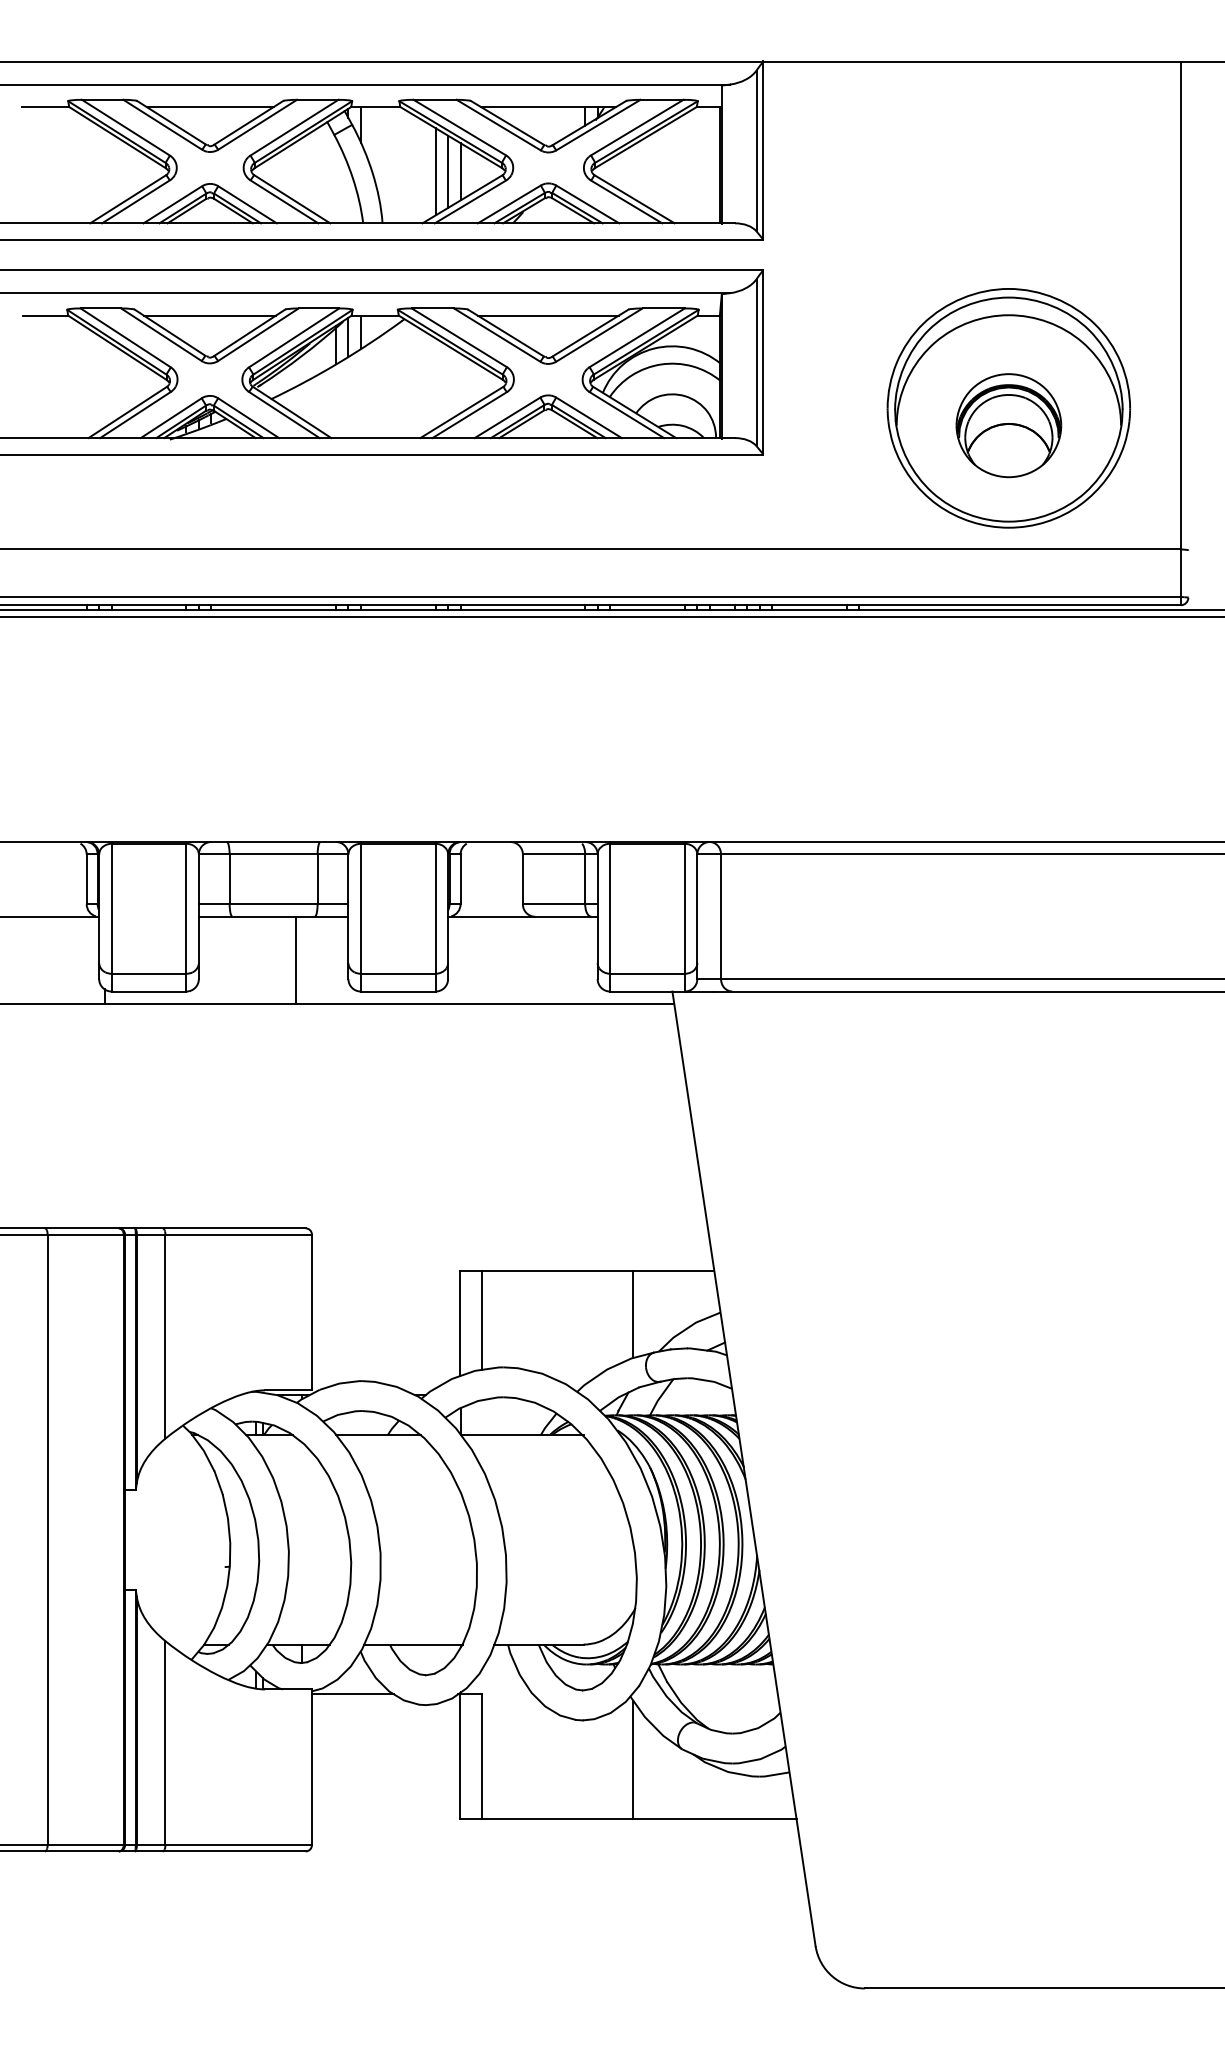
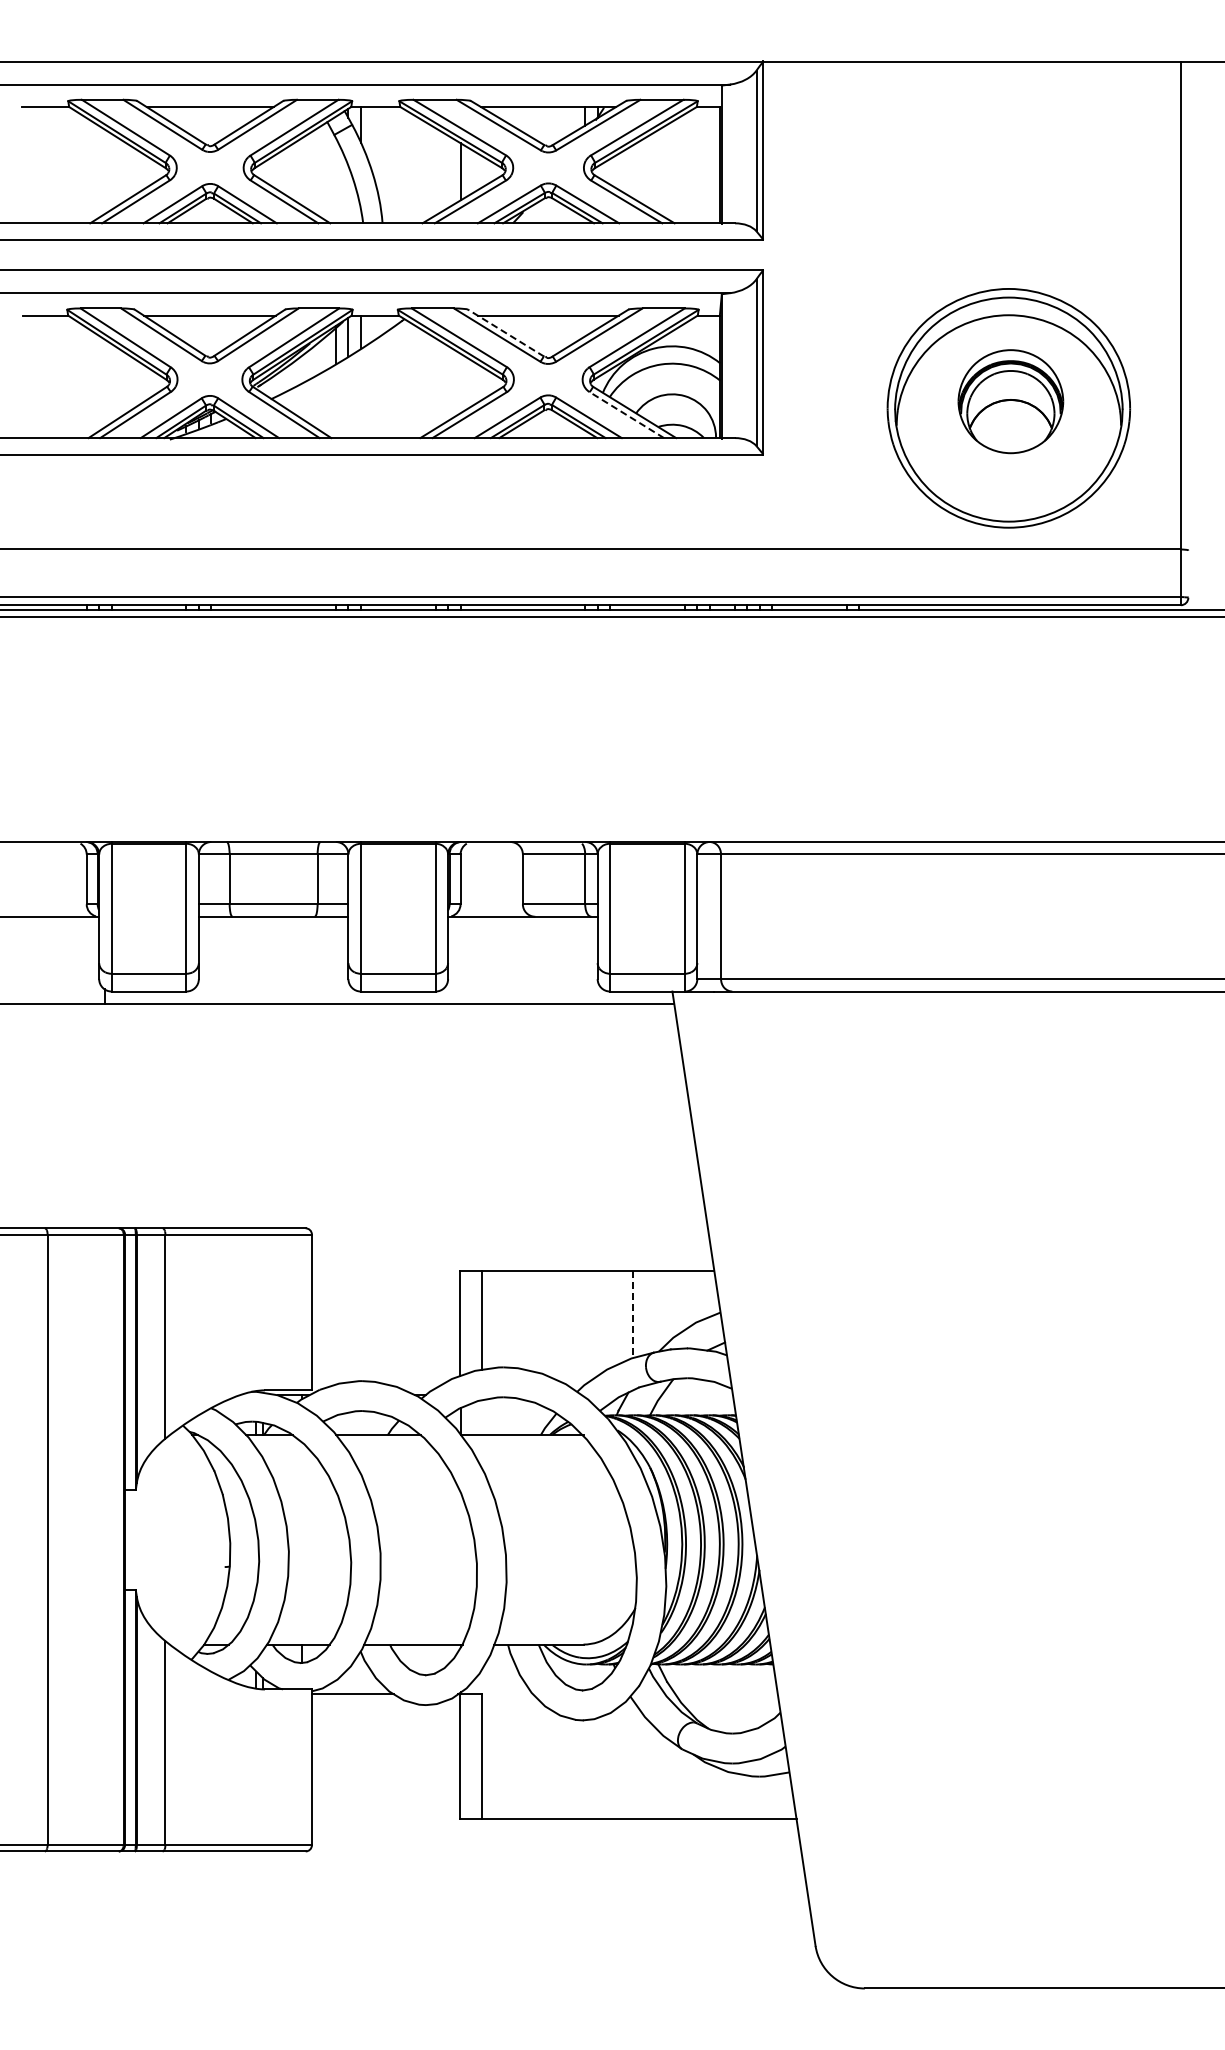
line at (435, 171): present -> none
line at (448, 171): present -> none
line at (506, 333): solid -> dashed
line at (626, 415): solid -> dashed
part at (1008, 425) position: (1008, 425) -> (1010, 401)
line at (295, 960): present -> none
line at (633, 1314): solid -> dashed
line at (633, 1759): present -> none
